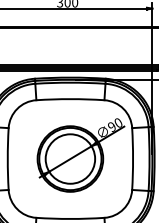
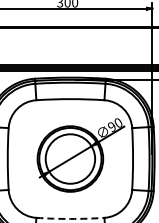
arc at (70, 218): solid -> dashed
